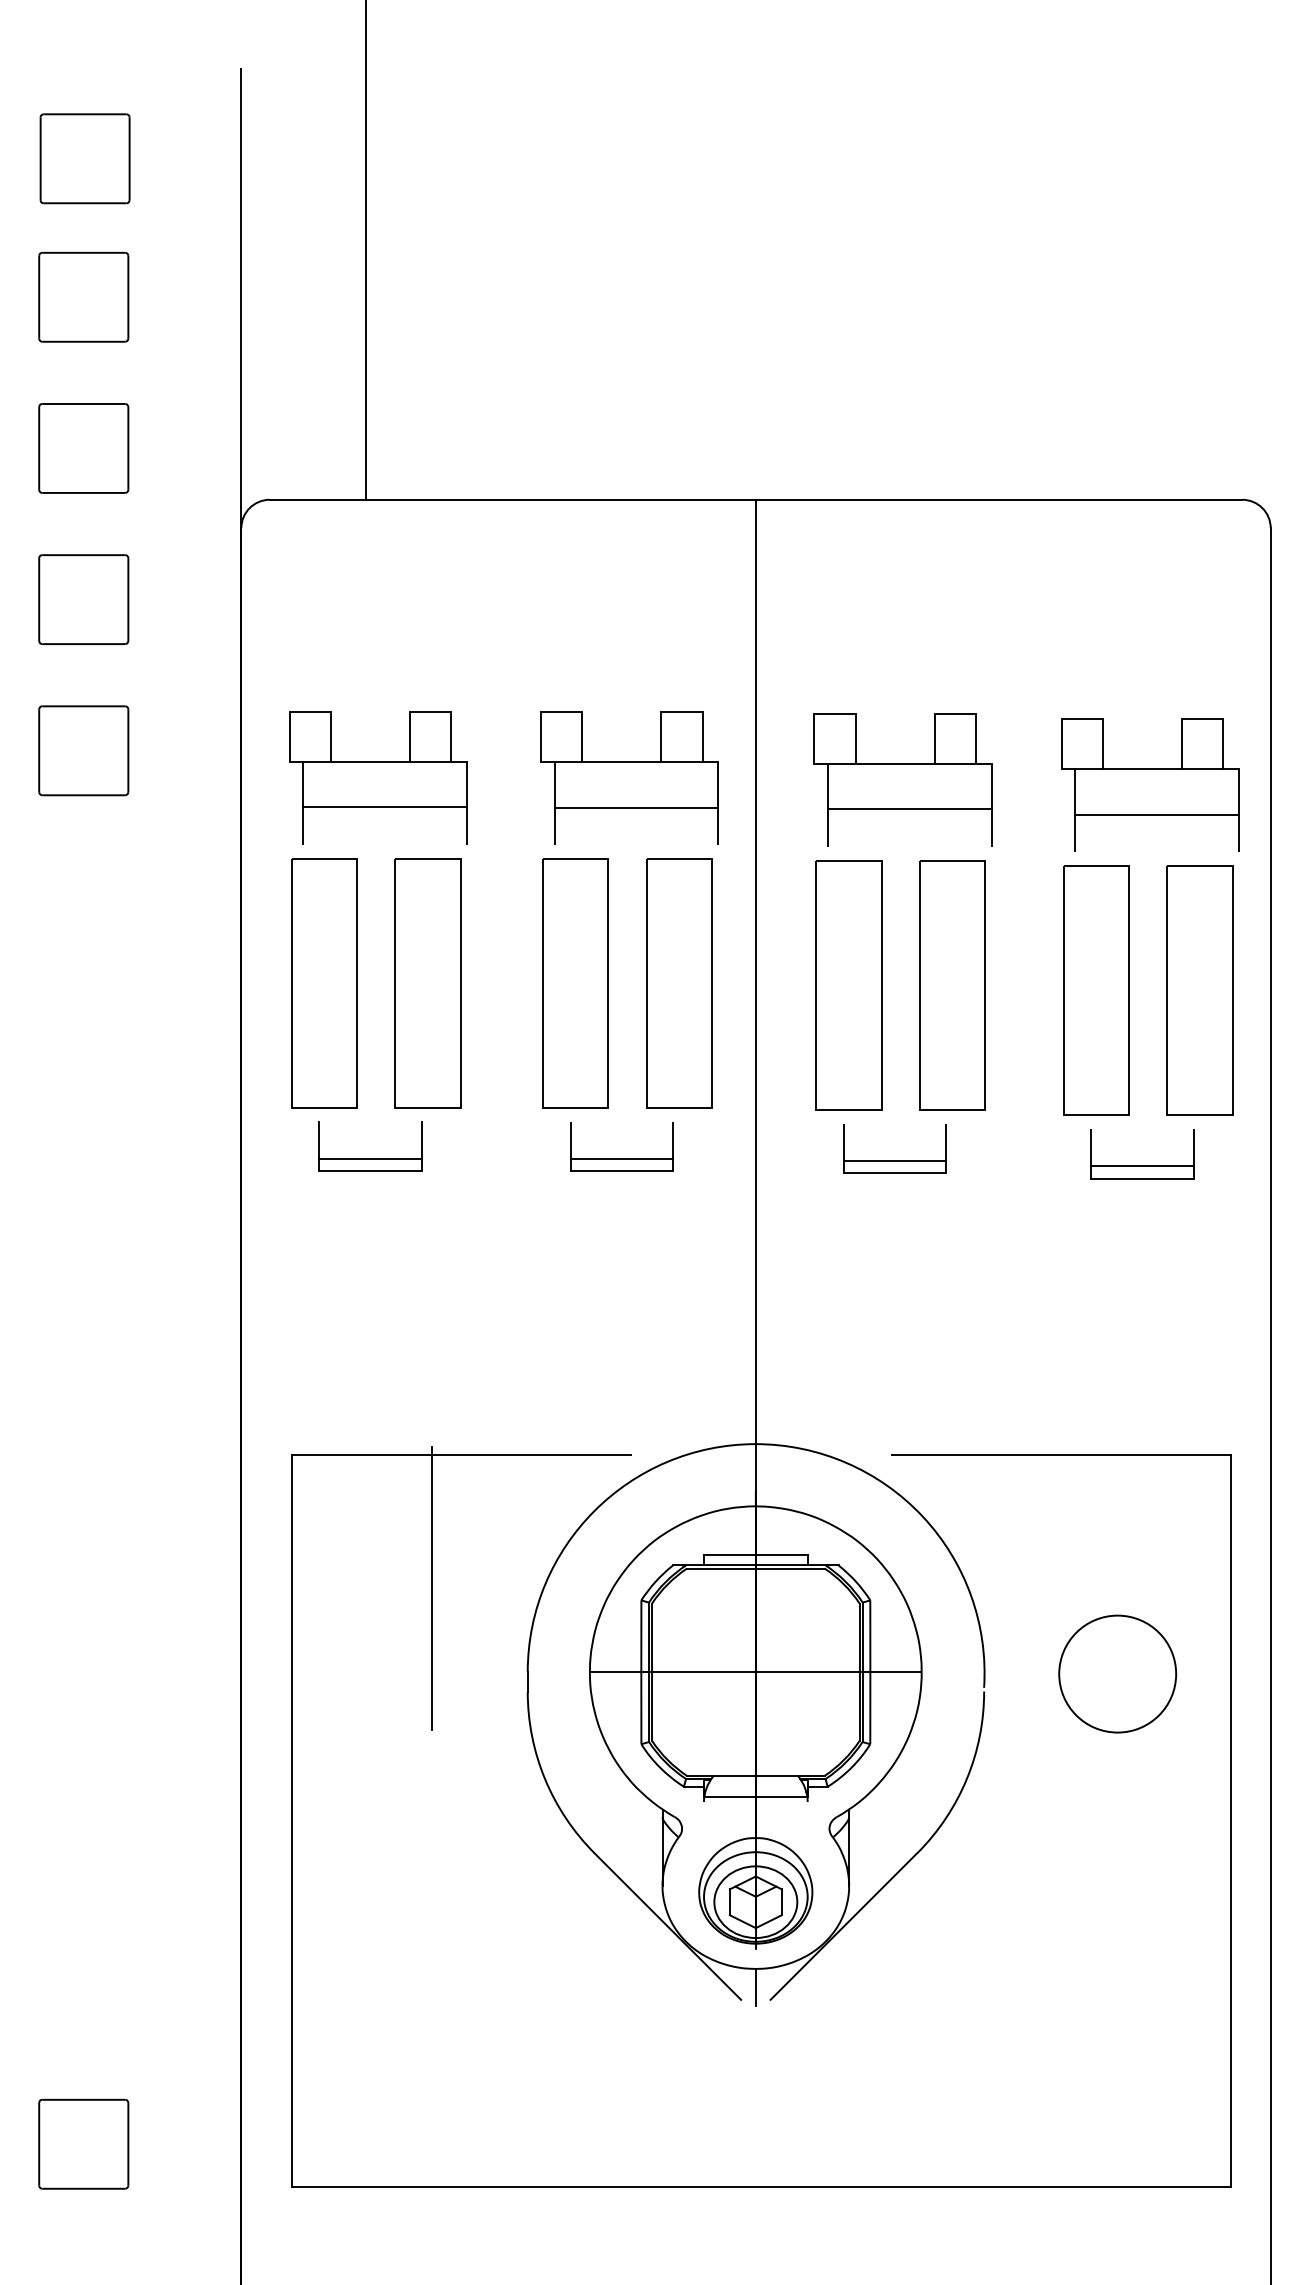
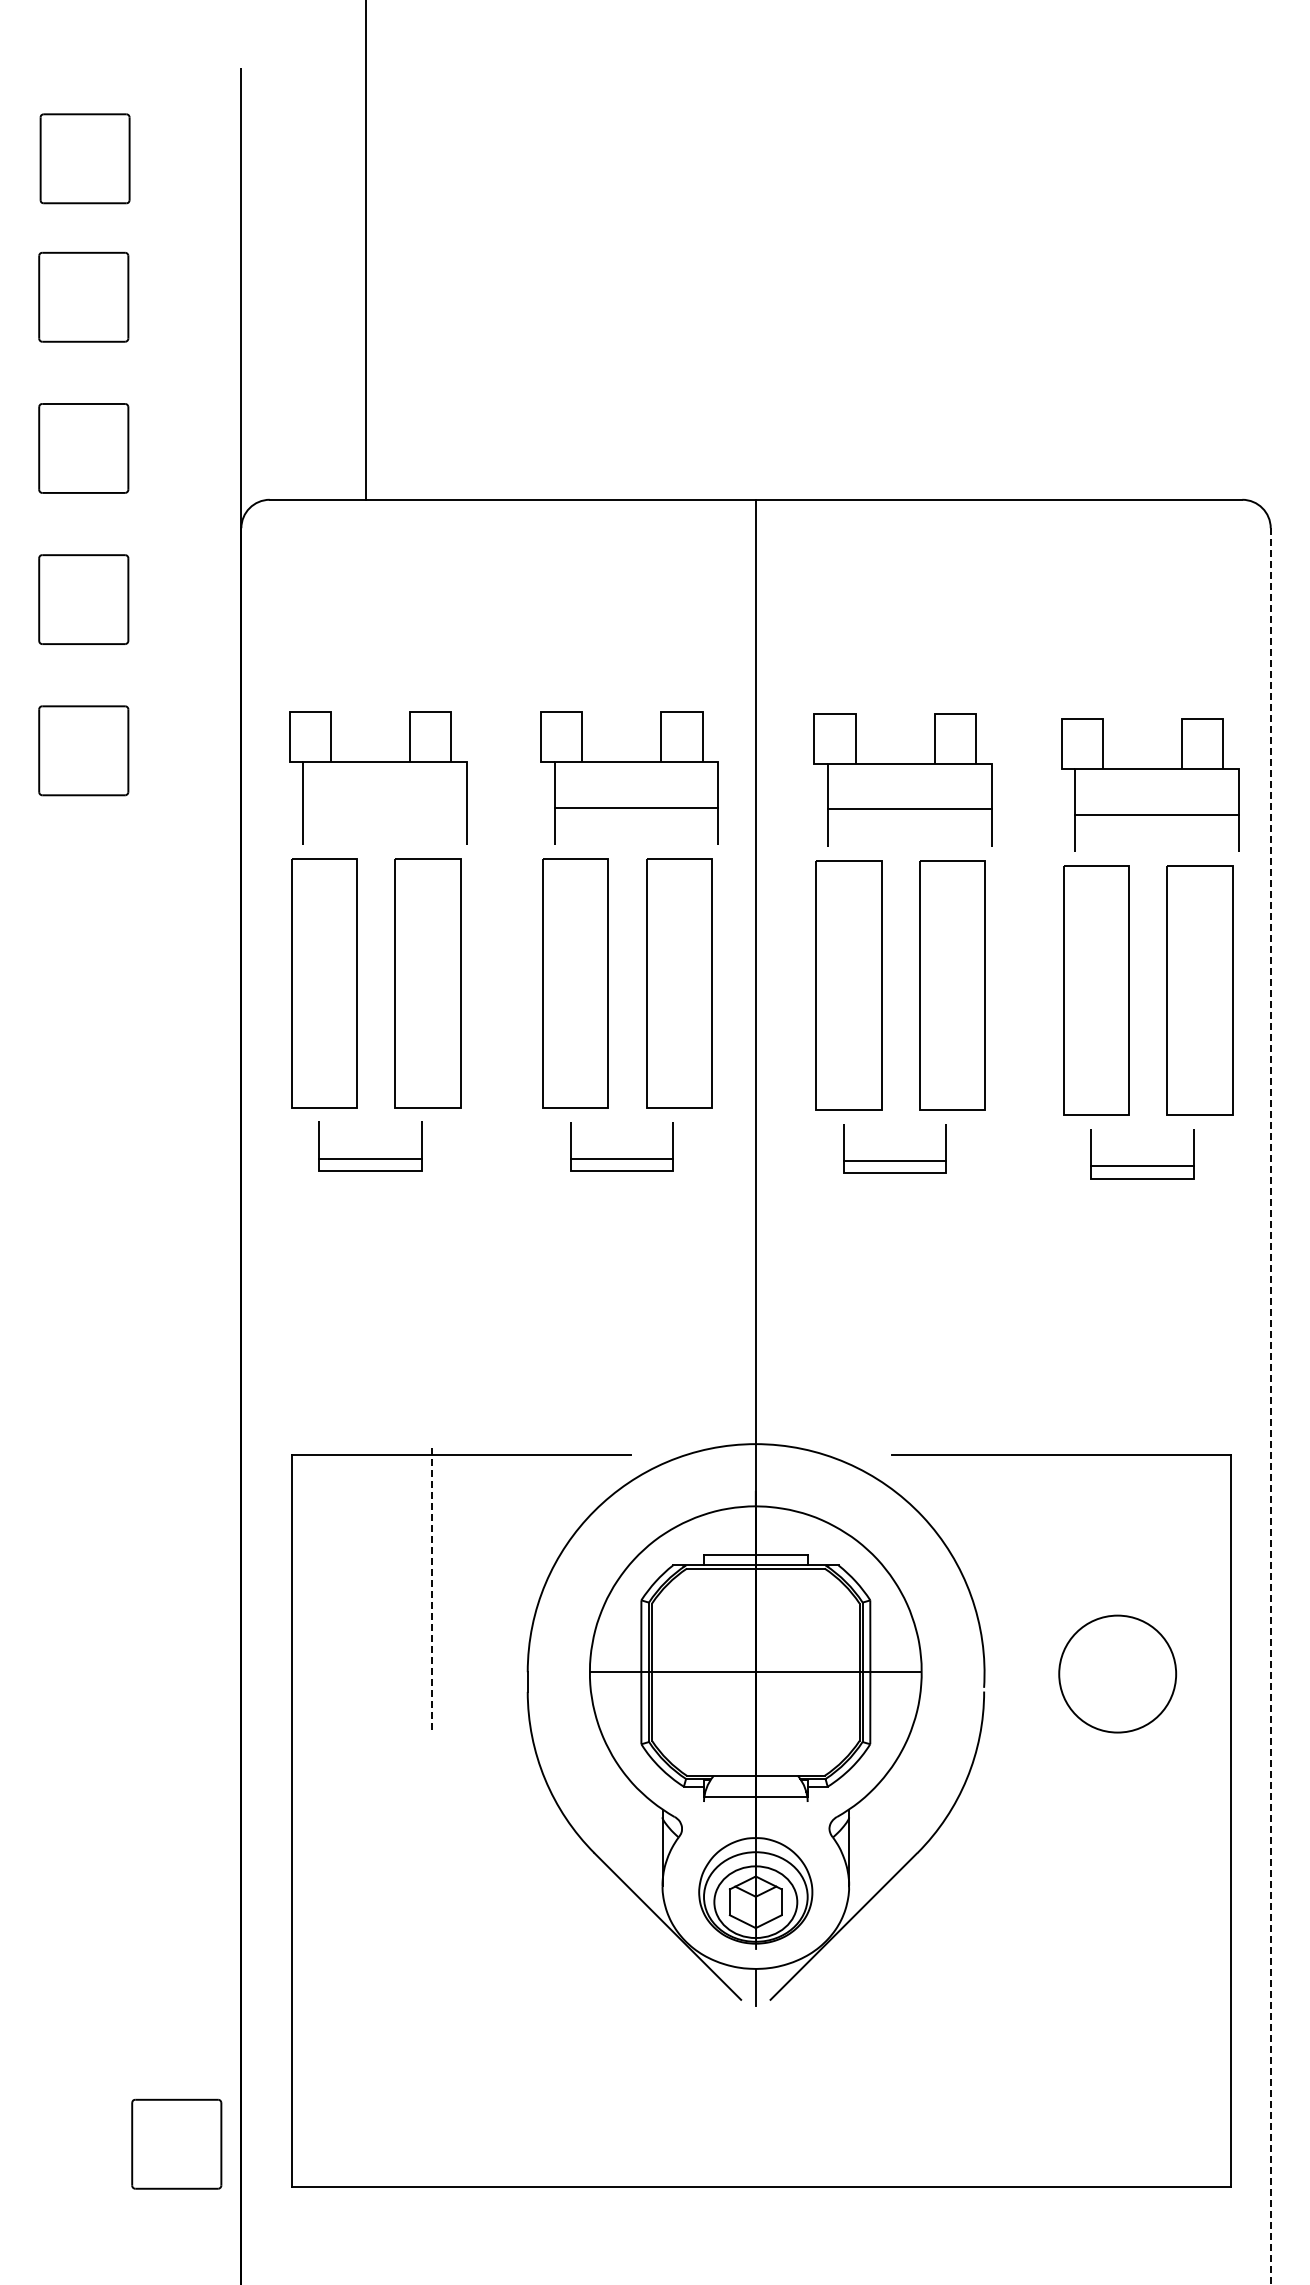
line at (384, 807): present -> none
line at (1270, 1407): solid -> dashed
line at (431, 1588): solid -> dashed
part at (83, 2143) position: (83, 2143) -> (176, 2143)
